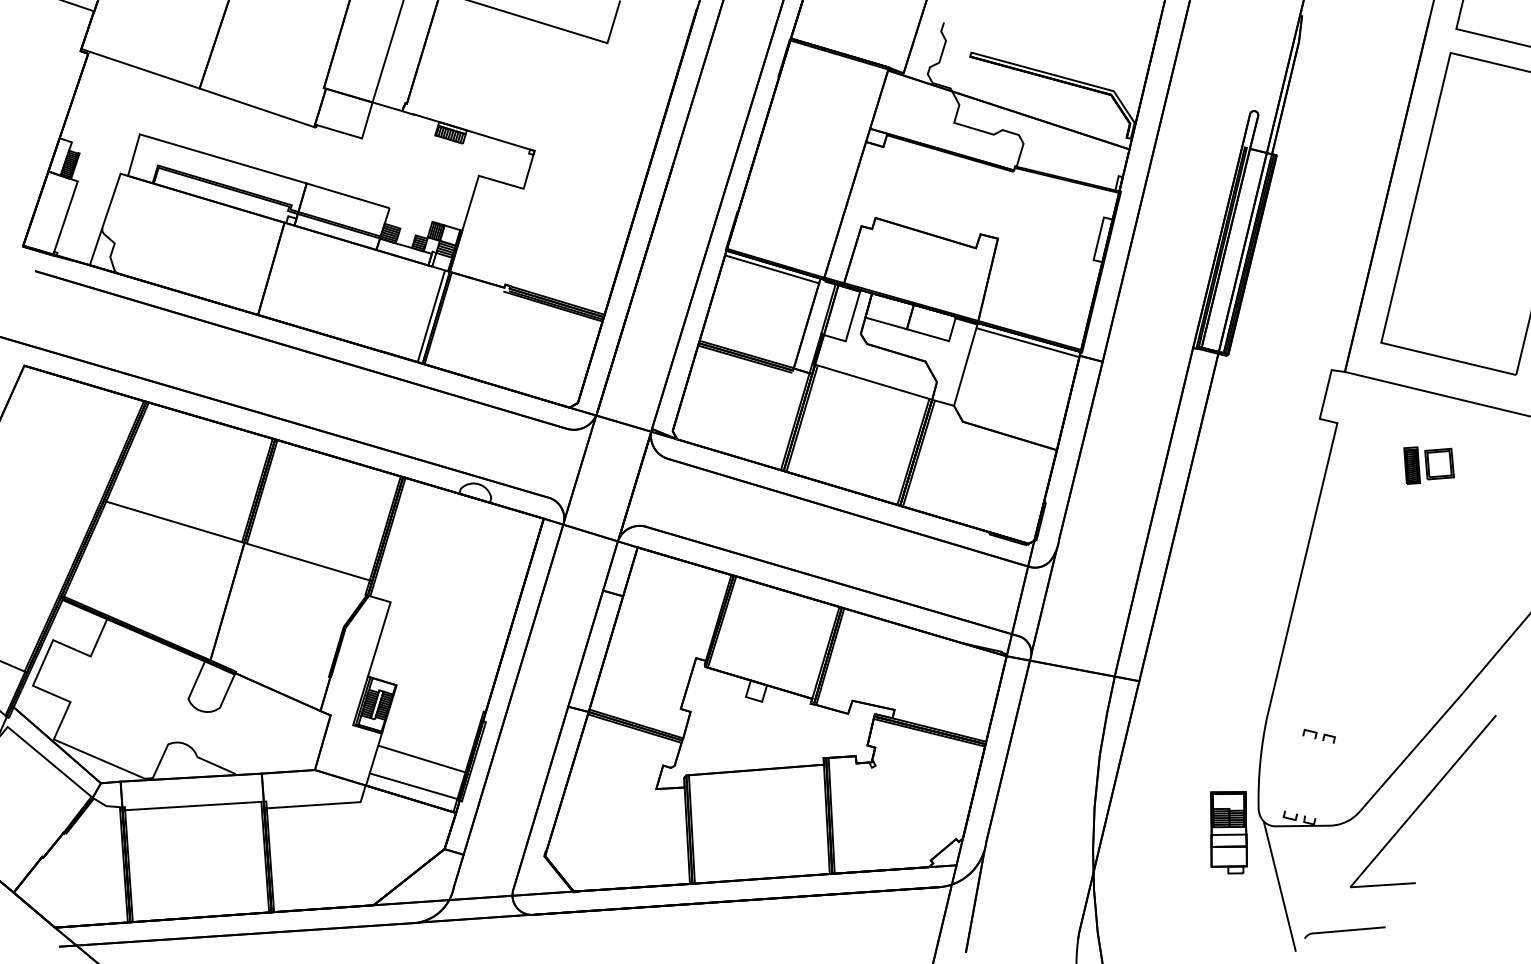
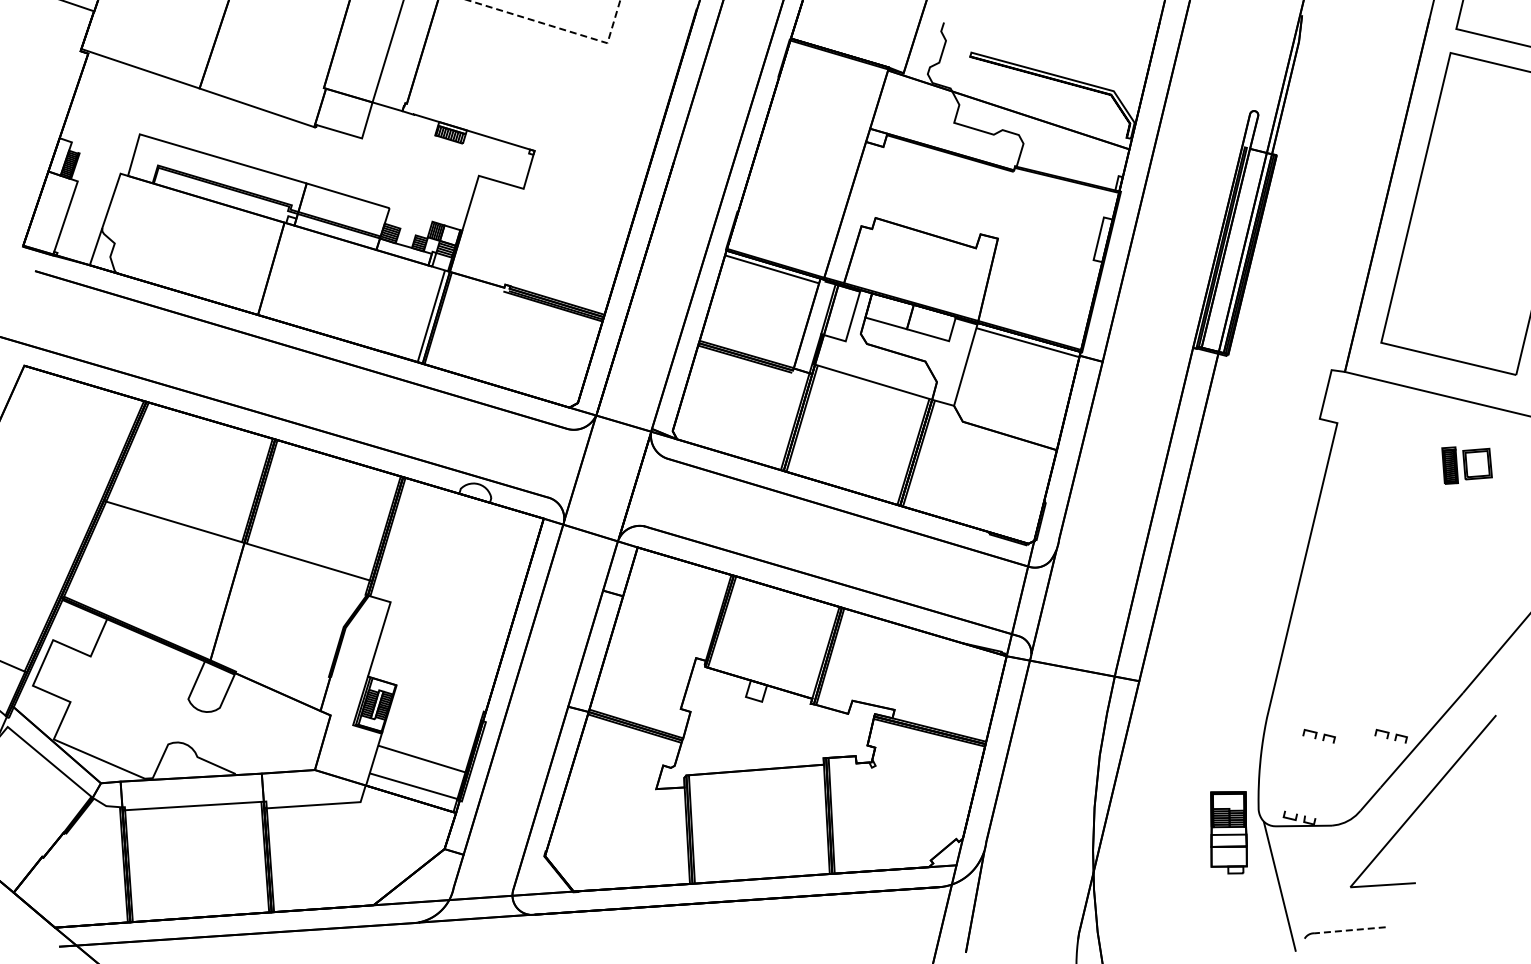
line at (559, 28): solid -> dashed
part at (1428, 465) position: (1428, 465) -> (1466, 465)
part at (1390, 735): none -> present
line at (1350, 930): solid -> dashed
